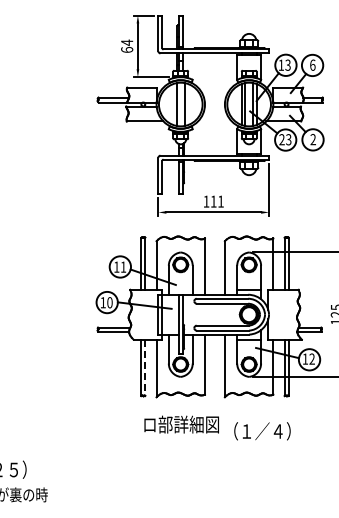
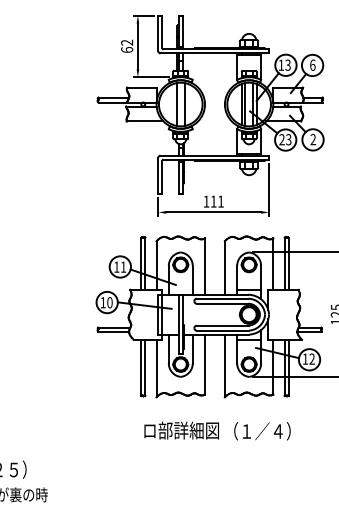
text at (127, 42): 64 -> 62
line at (145, 368): dashed -> solid
text at (181, 424) position: (181, 424) -> (181, 430)
